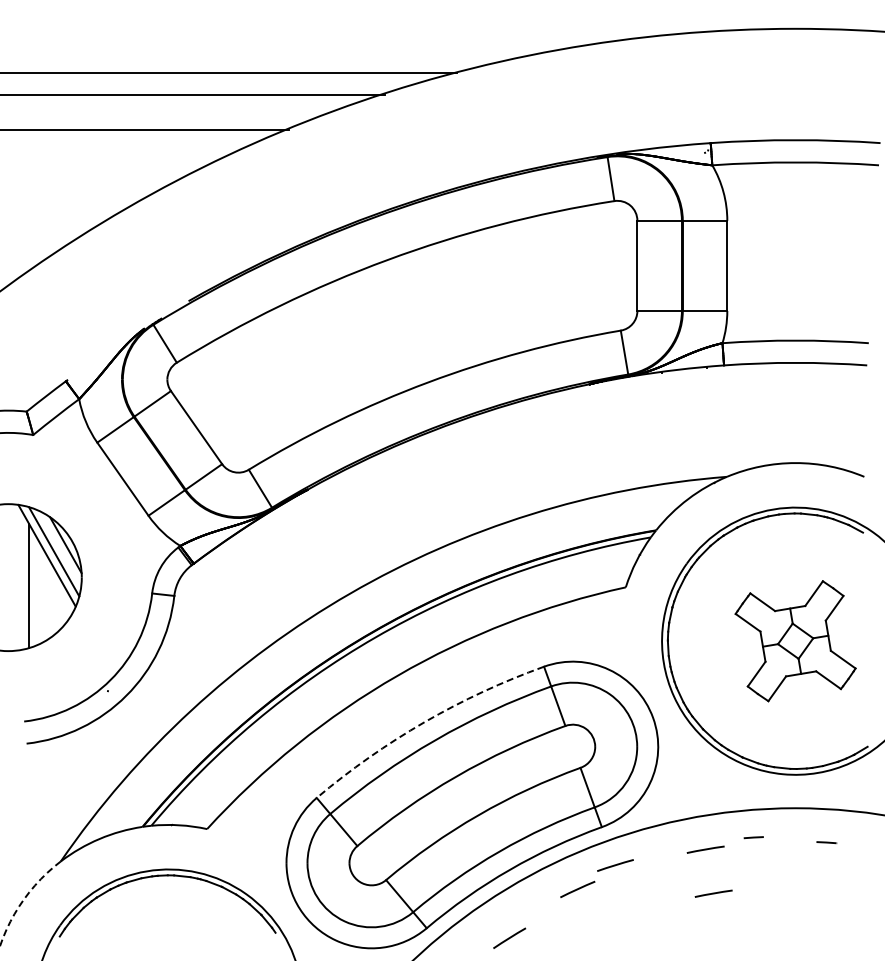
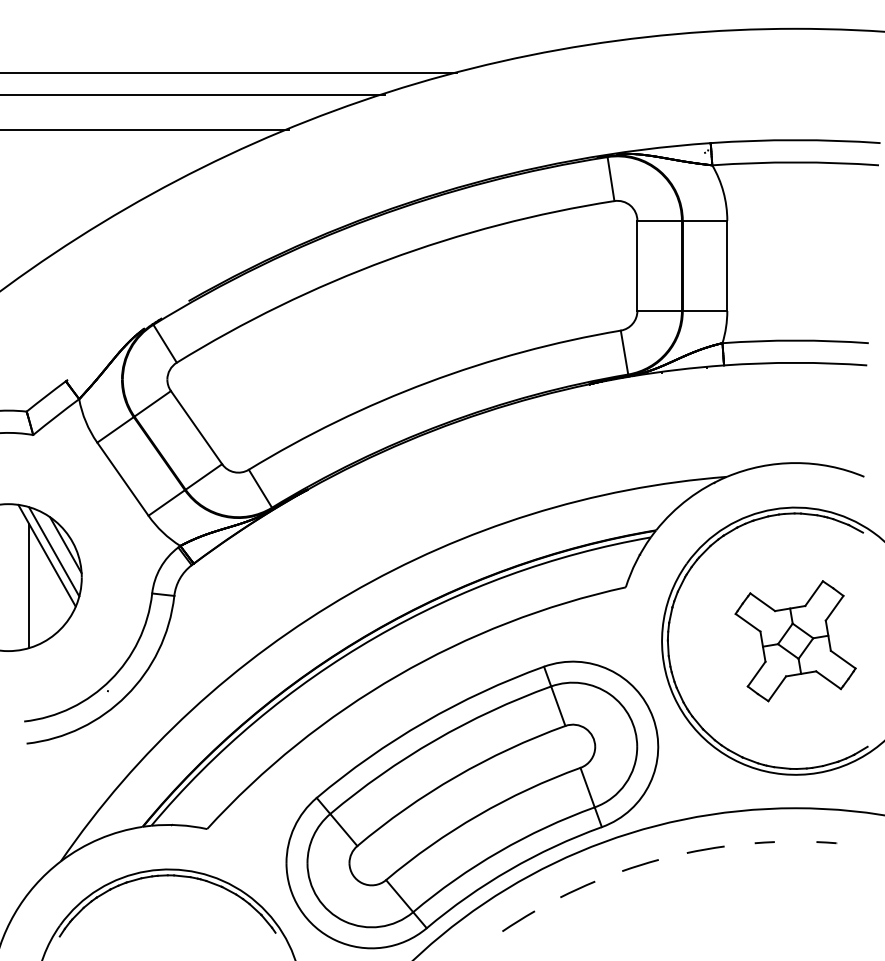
arc at (424, 722): dashed -> solid
line at (753, 837) position: (753, 837) -> (764, 842)
line at (615, 865) position: (615, 865) -> (640, 865)
line at (713, 893): present -> none
arc at (24, 899): dashed -> solid
line at (509, 937) position: (509, 937) -> (518, 920)
